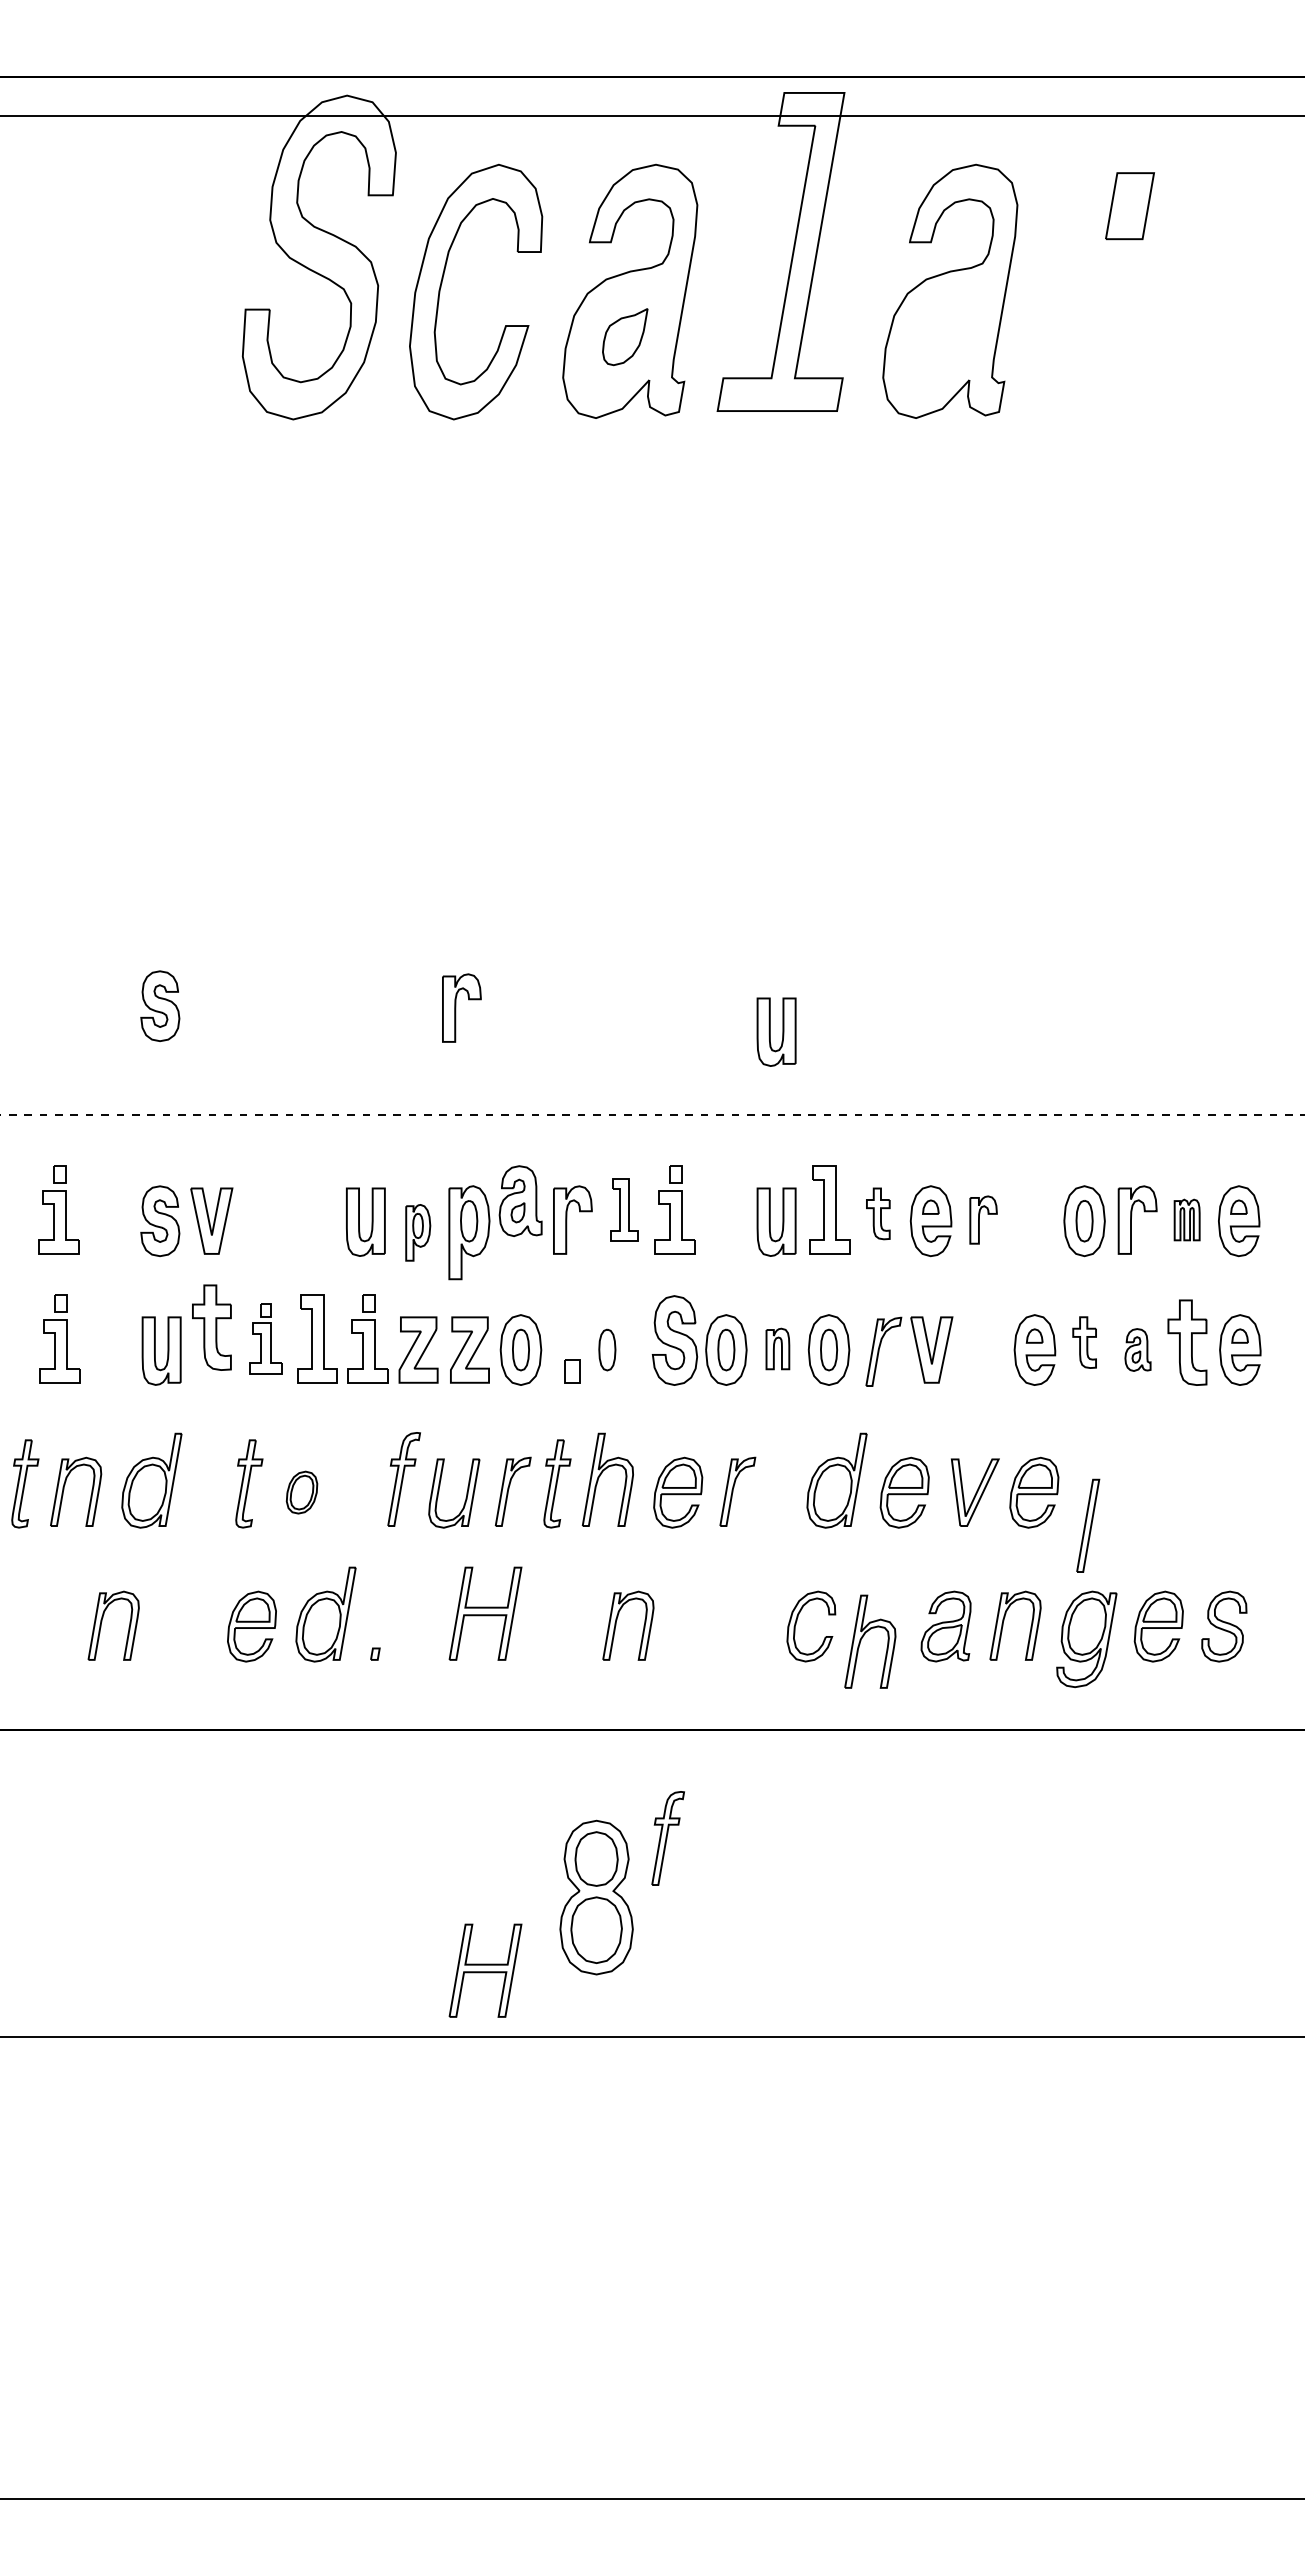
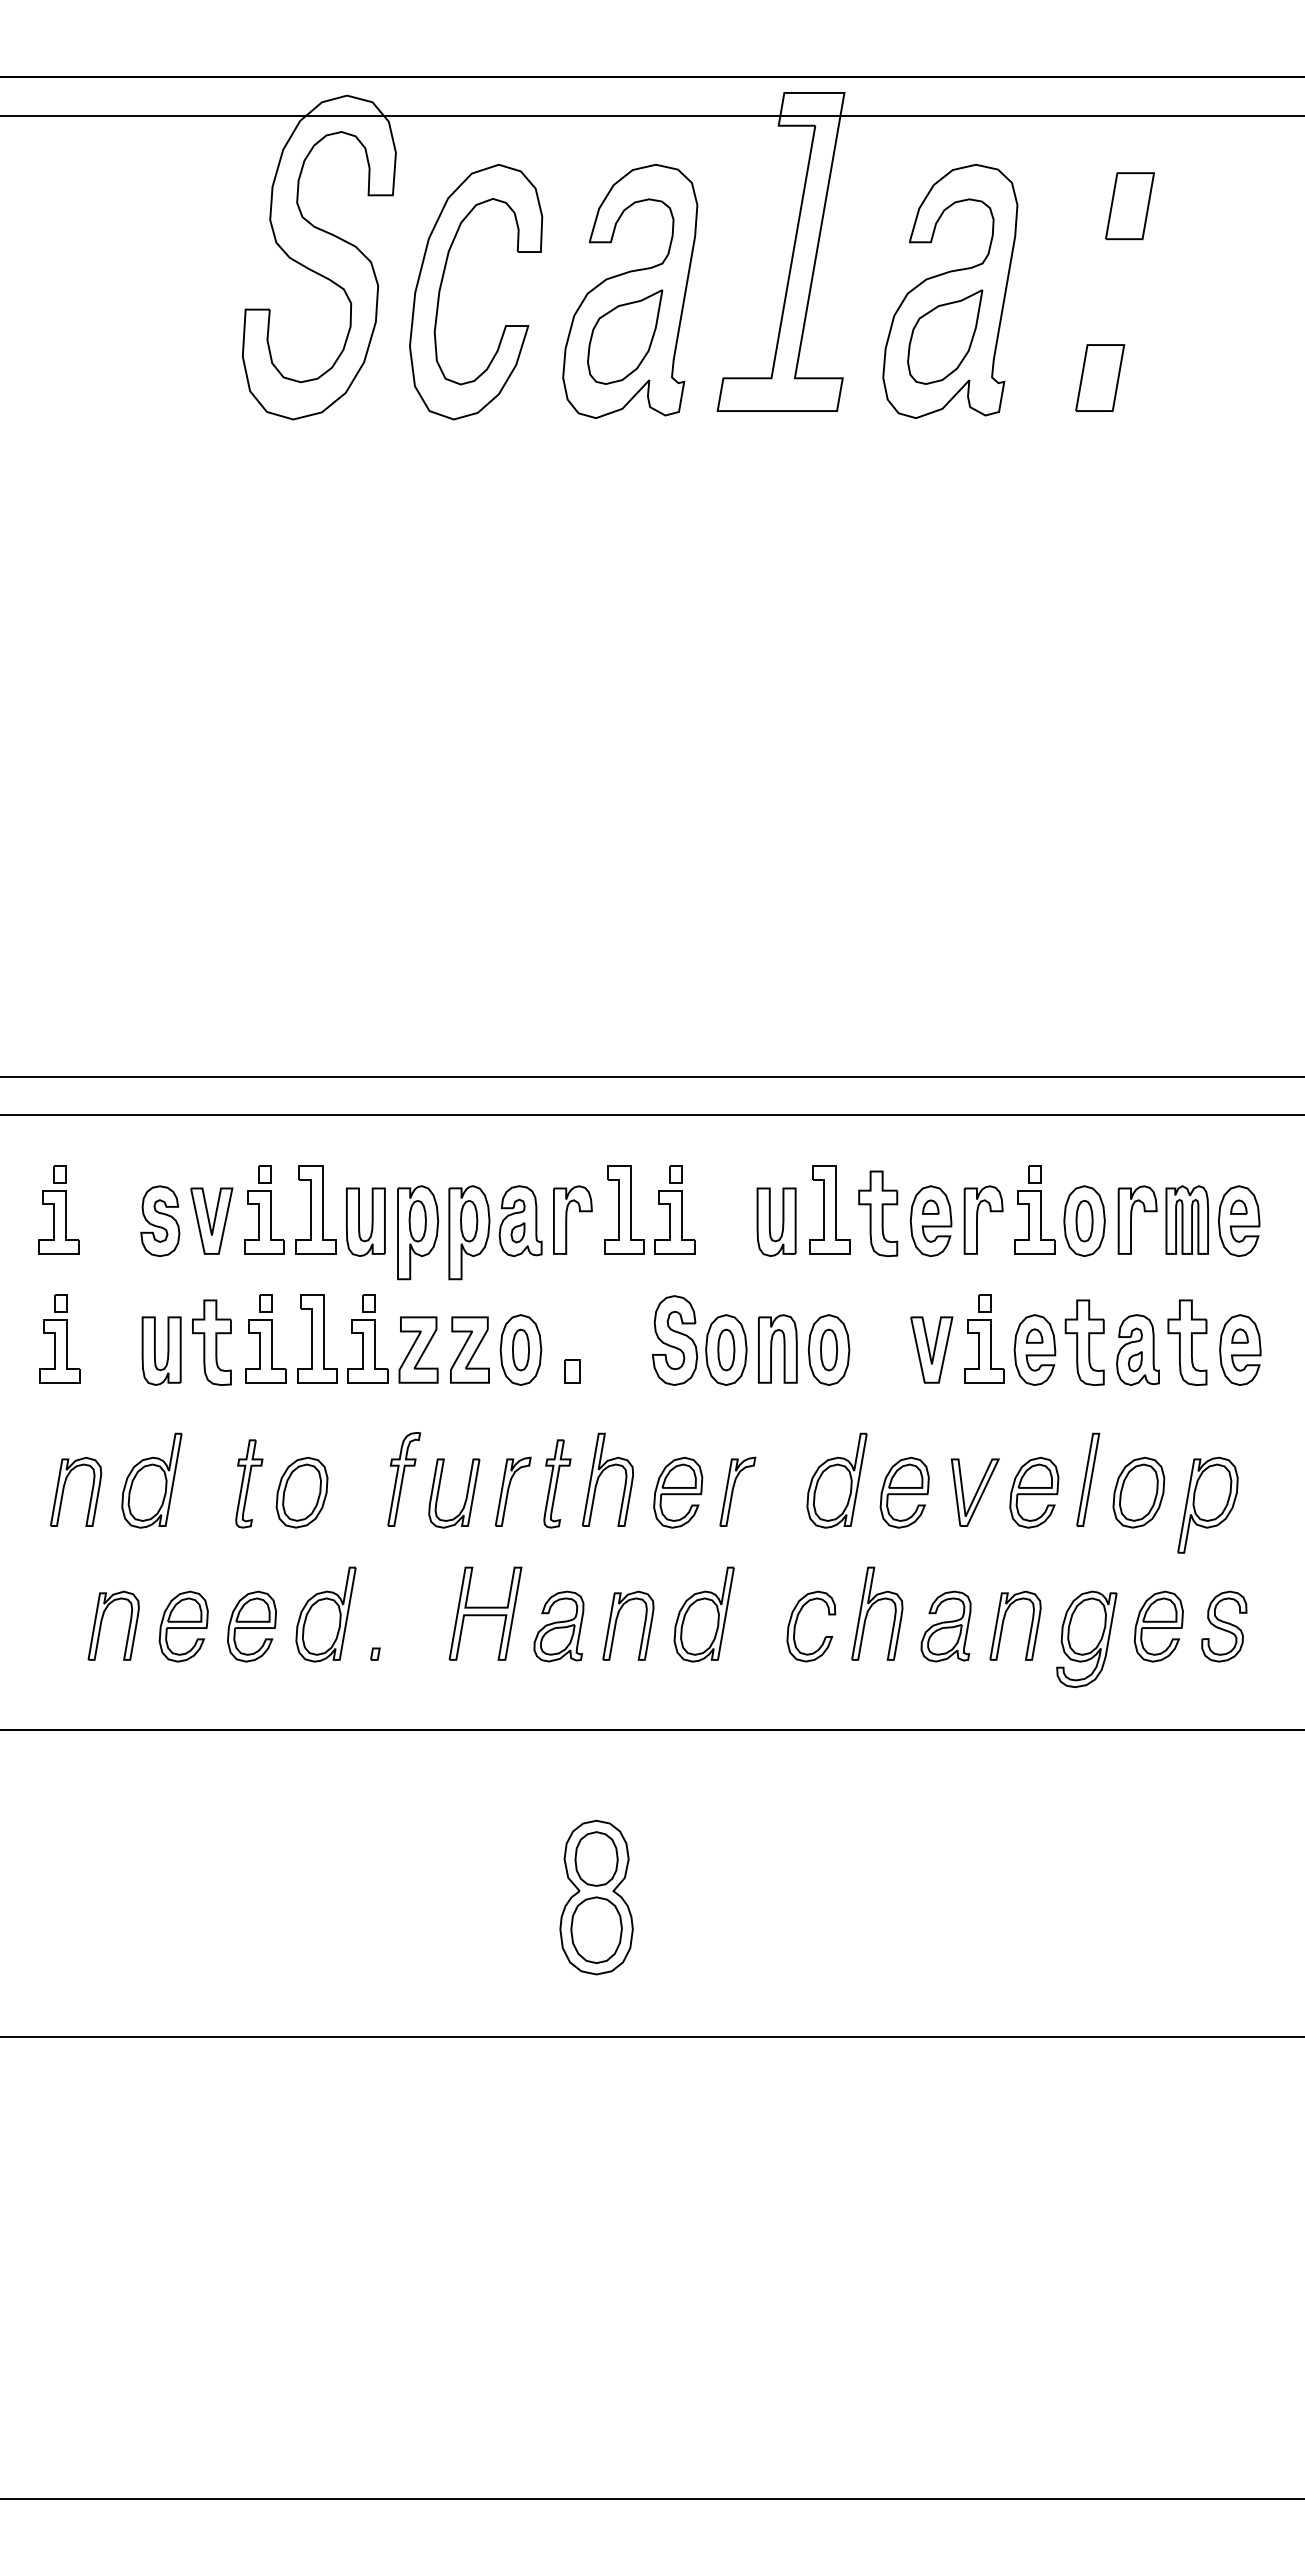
part at (945, 336): none -> present
part at (625, 337) size: 47x59 px -> 77x96 px
part at (1100, 377): none -> present
part at (160, 1005): present -> none
part at (461, 1007): present -> none
part at (776, 1031): present -> none
line at (651, 1076): none -> present
line at (652, 1115): dashed -> solid
part at (520, 1200) position: (520, 1200) -> (520, 1220)
part at (264, 1209): none -> present
part at (315, 1209): none -> present
part at (624, 1209) size: 29x64 px -> 41x90 px
part at (1034, 1209): none -> present
part at (878, 1213) size: 25x54 px -> 41x88 px
part at (983, 1219) size: 29x50 px -> 41x70 px
part at (1186, 1219) size: 28x44 px -> 44x70 px
part at (418, 1232) size: 27x58 px -> 43x96 px
part at (211, 1327) position: (211, 1327) -> (211, 1342)
part at (265, 1338) size: 34x72 px -> 42x90 px
part at (984, 1338): none -> present
part at (1084, 1342) size: 25x53 px -> 41x87 px
part at (777, 1348) size: 26x44 px -> 40x70 px
part at (607, 1349): present -> none
part at (1137, 1349) size: 28x44 px -> 44x72 px
part at (883, 1351): present -> none
part at (25, 1483): present -> none
part at (301, 1492) size: 34x45 px -> 54x73 px
part at (1138, 1492): none -> present
part at (1207, 1504): none -> present
part at (1088, 1525) position: (1088, 1525) -> (1088, 1479)
part at (703, 1614): none -> present
part at (183, 1626): none -> present
part at (558, 1626): none -> present
part at (863, 1637) position: (863, 1637) -> (870, 1609)
part at (667, 1838): present -> none
part at (485, 1970): present -> none
